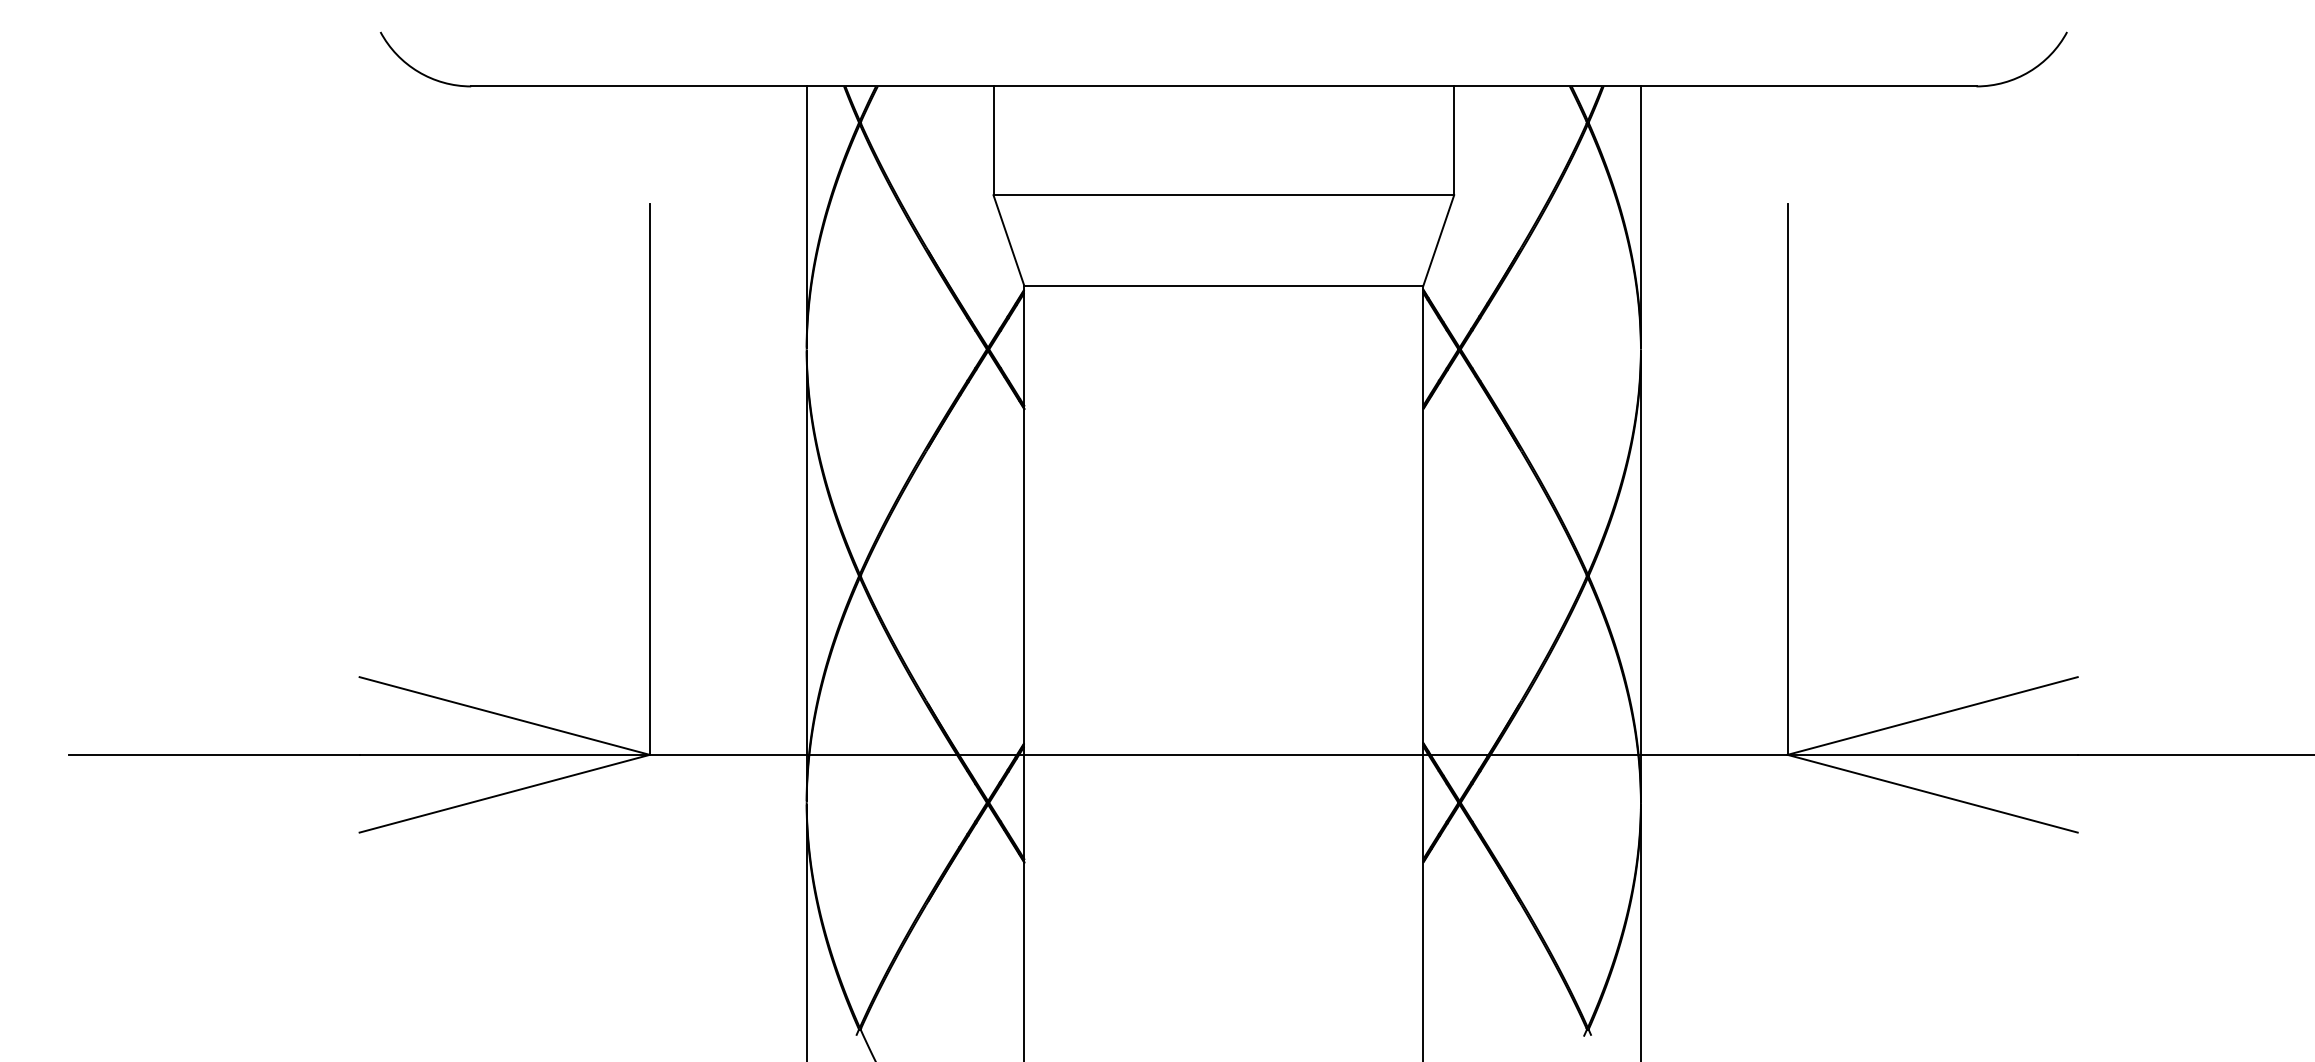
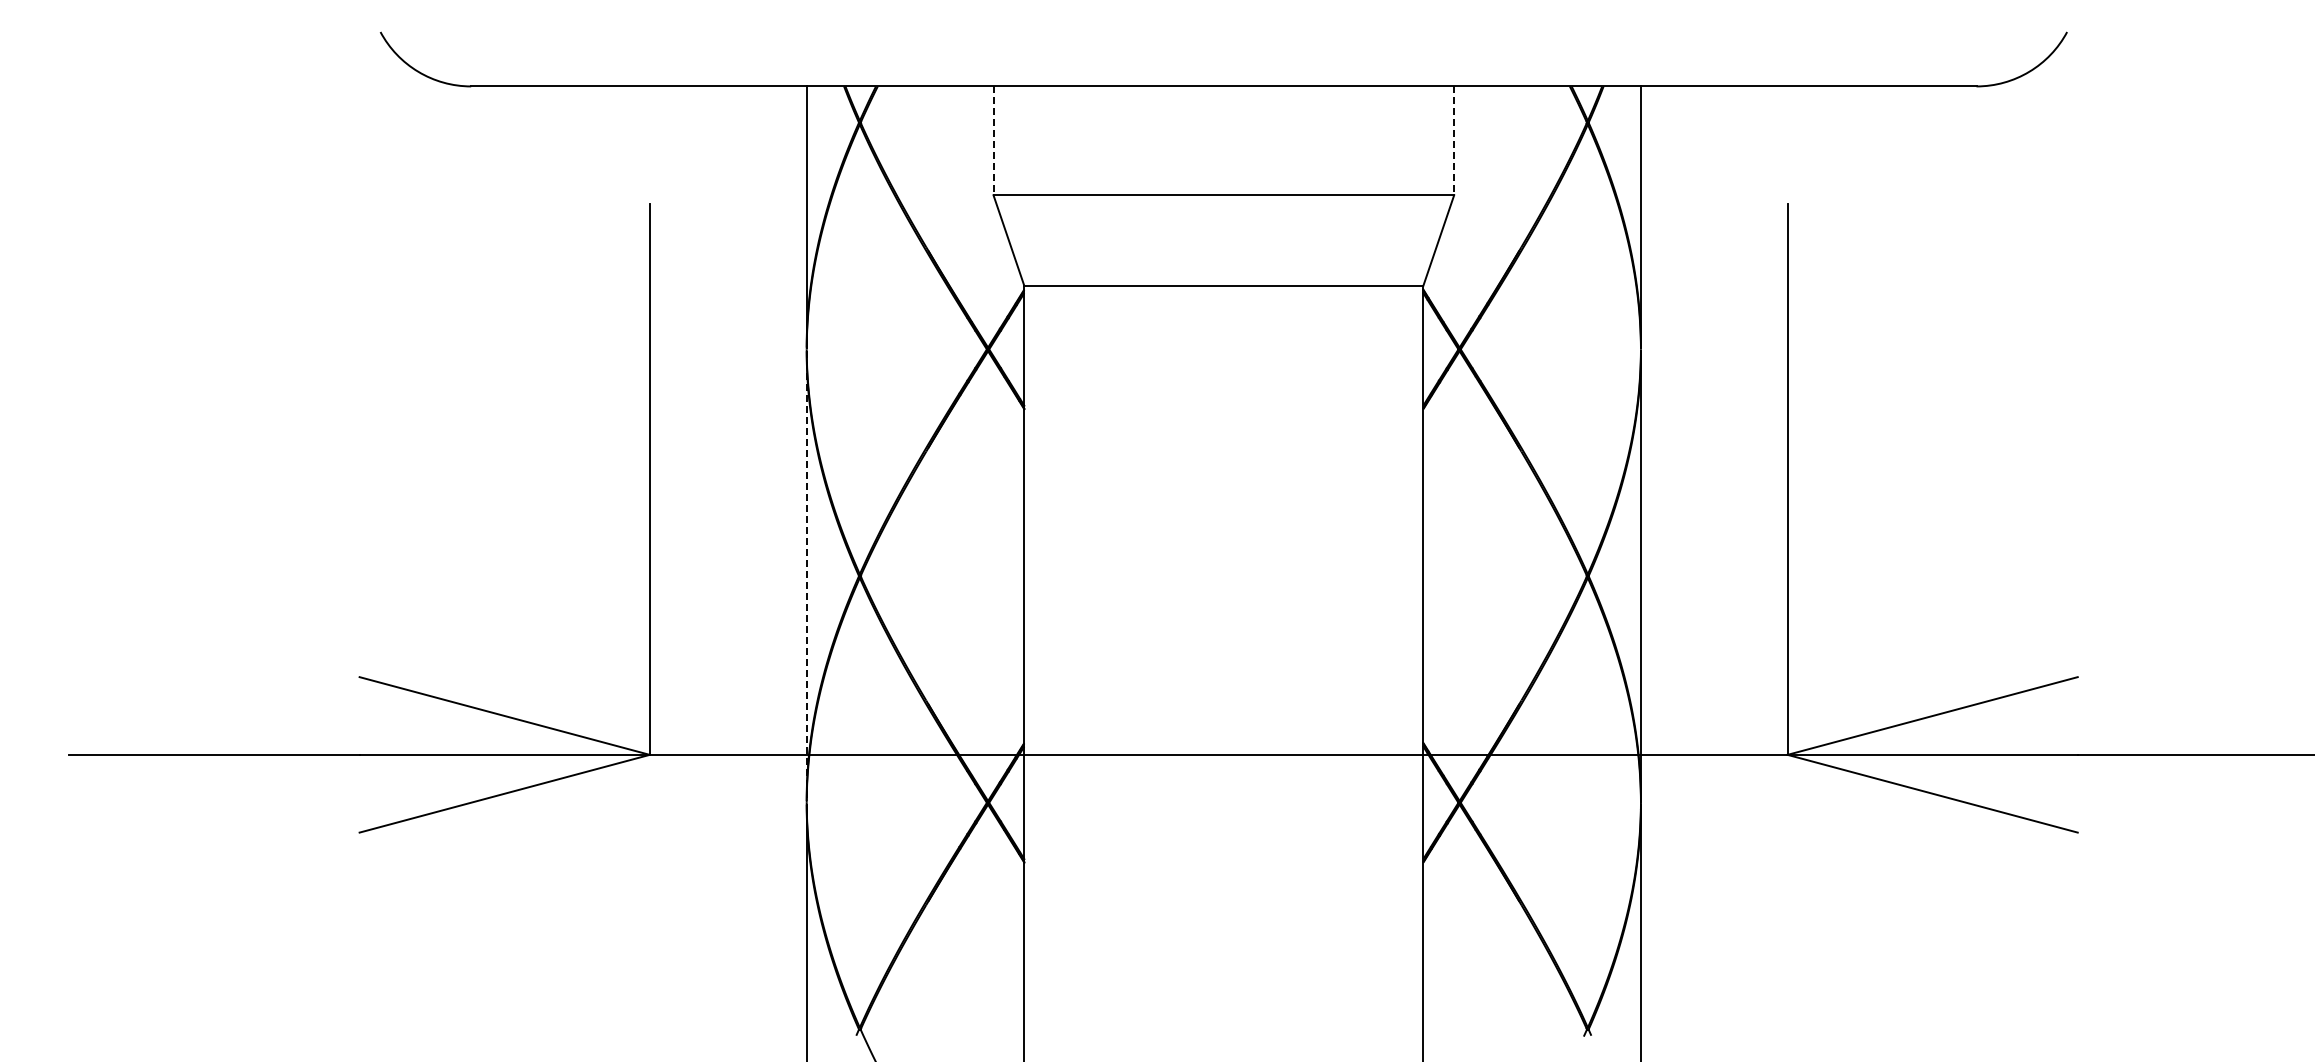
line at (993, 141): solid -> dashed
line at (1454, 141): solid -> dashed
line at (806, 576): solid -> dashed
